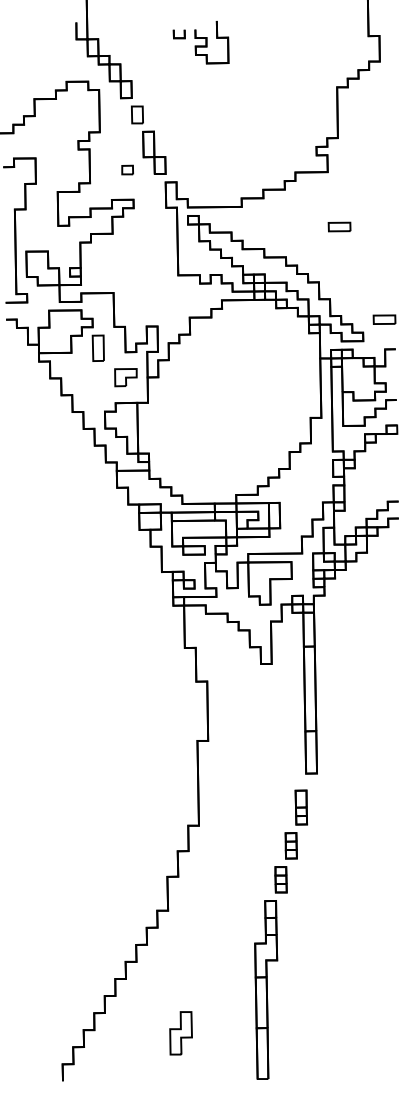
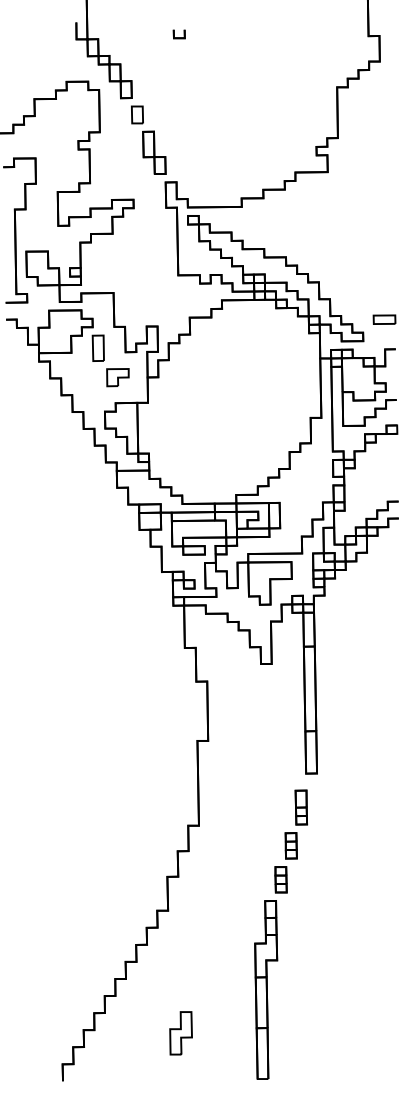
part at (211, 42): present -> none
part at (127, 169): present -> none
part at (339, 226): present -> none
part at (125, 377) position: (125, 377) -> (117, 377)
